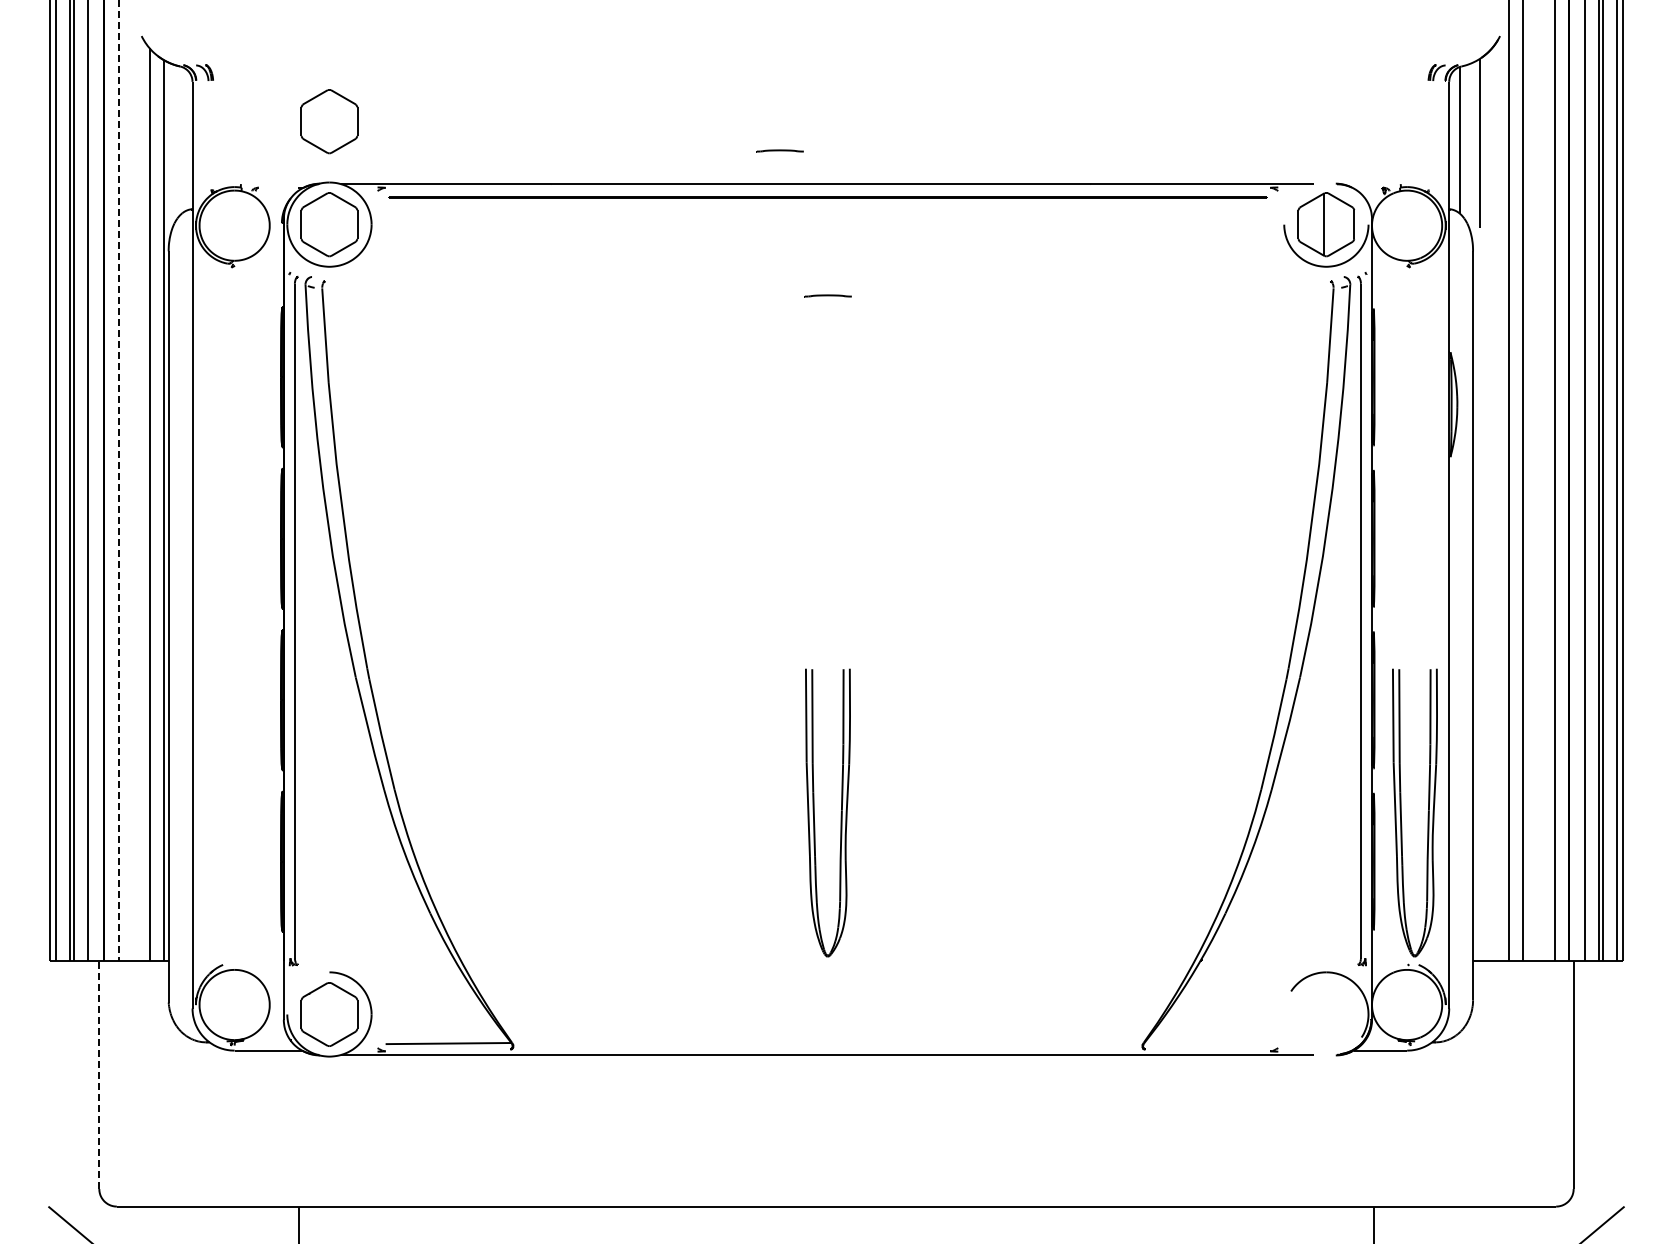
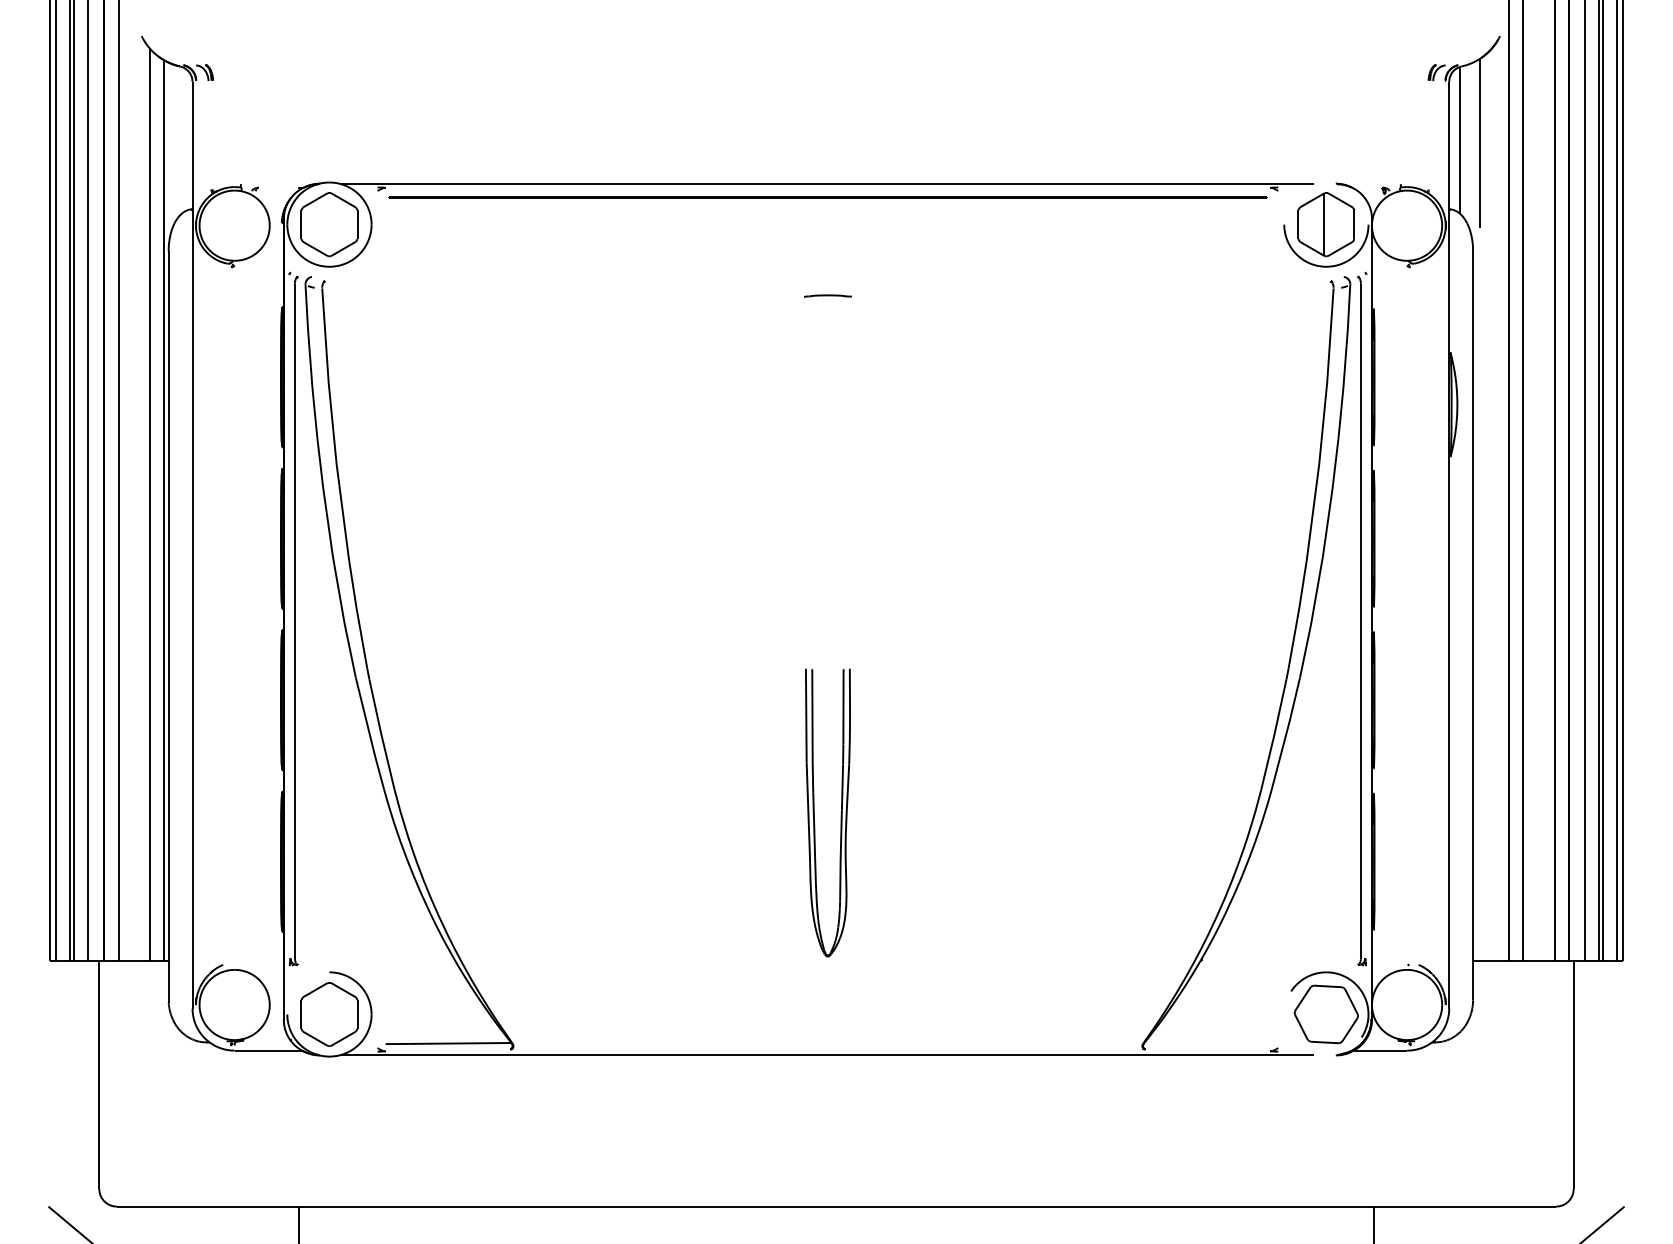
part at (329, 121): present -> none
line at (779, 150): present -> none
line at (118, 481): dashed -> solid
part at (1401, 812): present -> none
part at (1325, 1014): none -> present
line at (99, 1074): dashed -> solid
